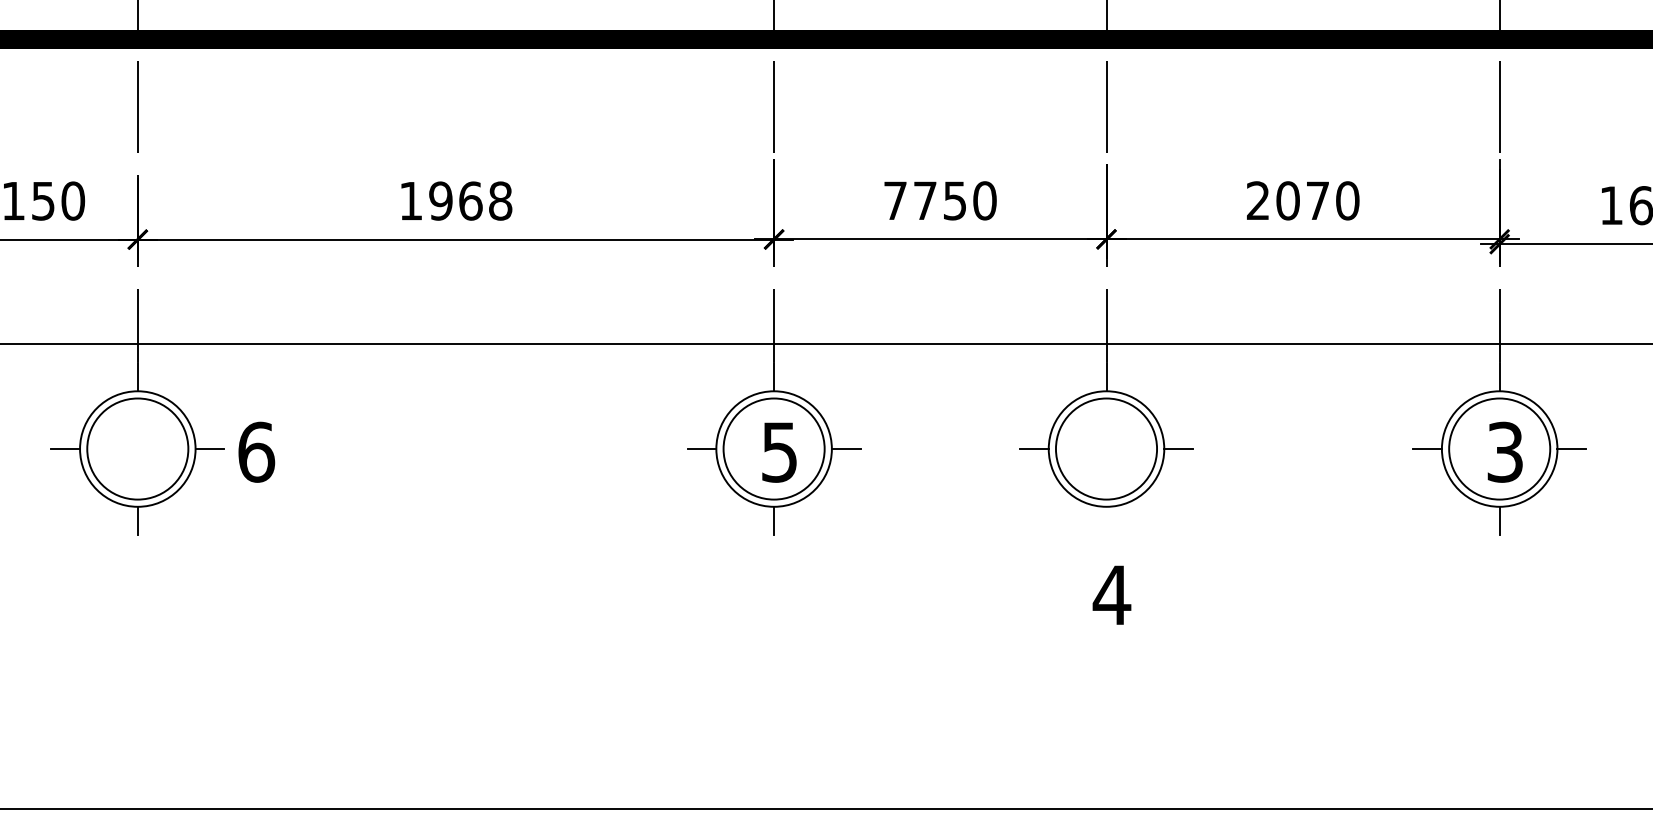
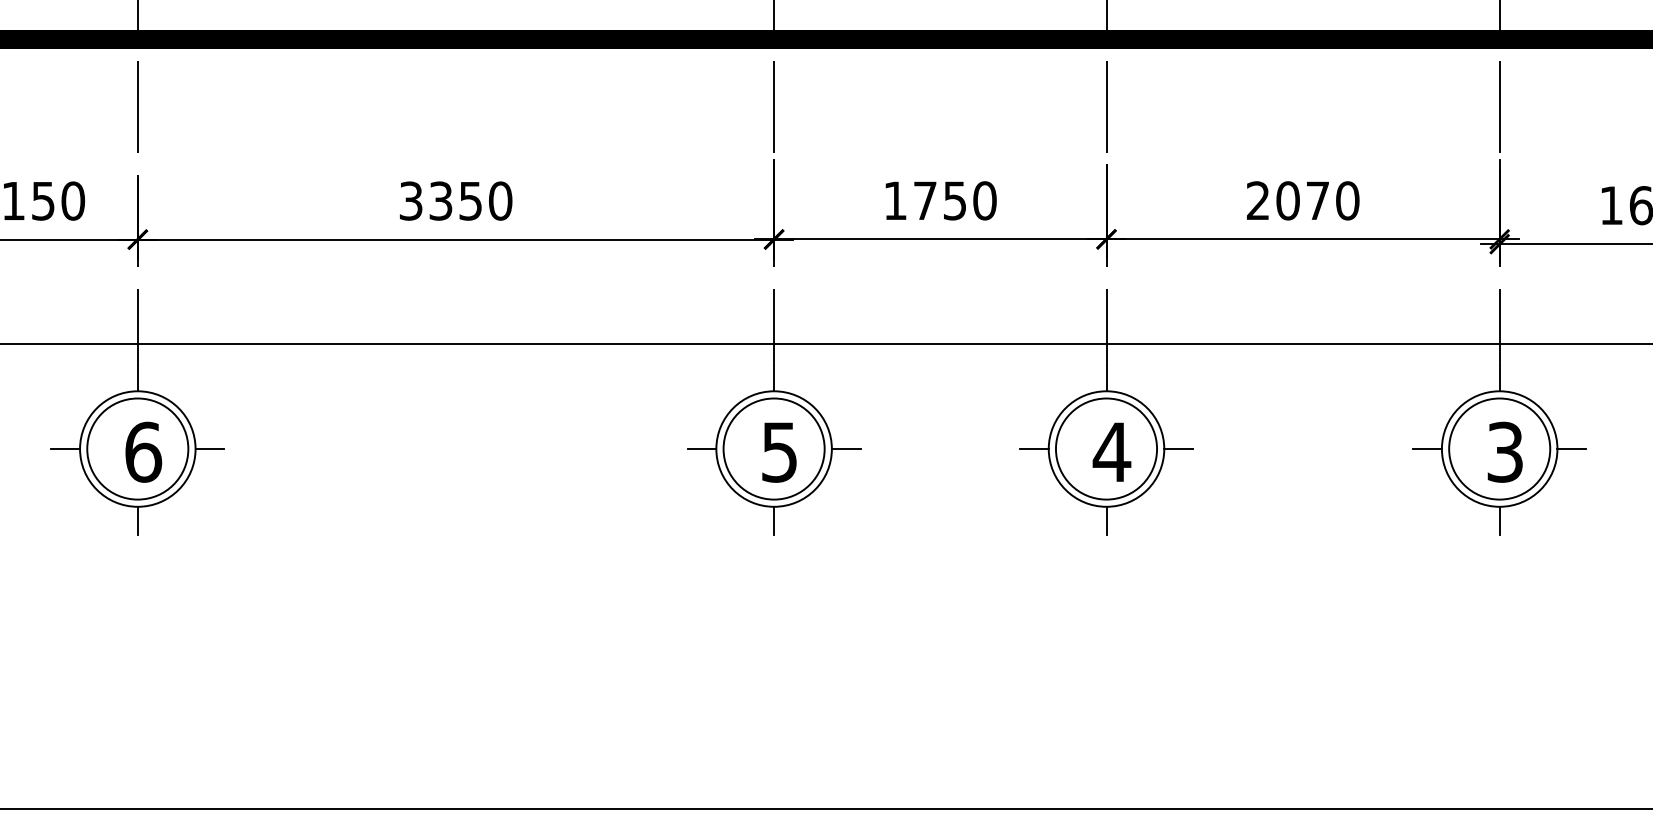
text at (455, 200): 1968 -> 3350
text at (895, 200): 7750 -> 1750
text at (256, 451) position: (256, 451) -> (143, 451)
line at (1106, 520): none -> present
text at (1111, 594) position: (1111, 594) -> (1111, 451)
